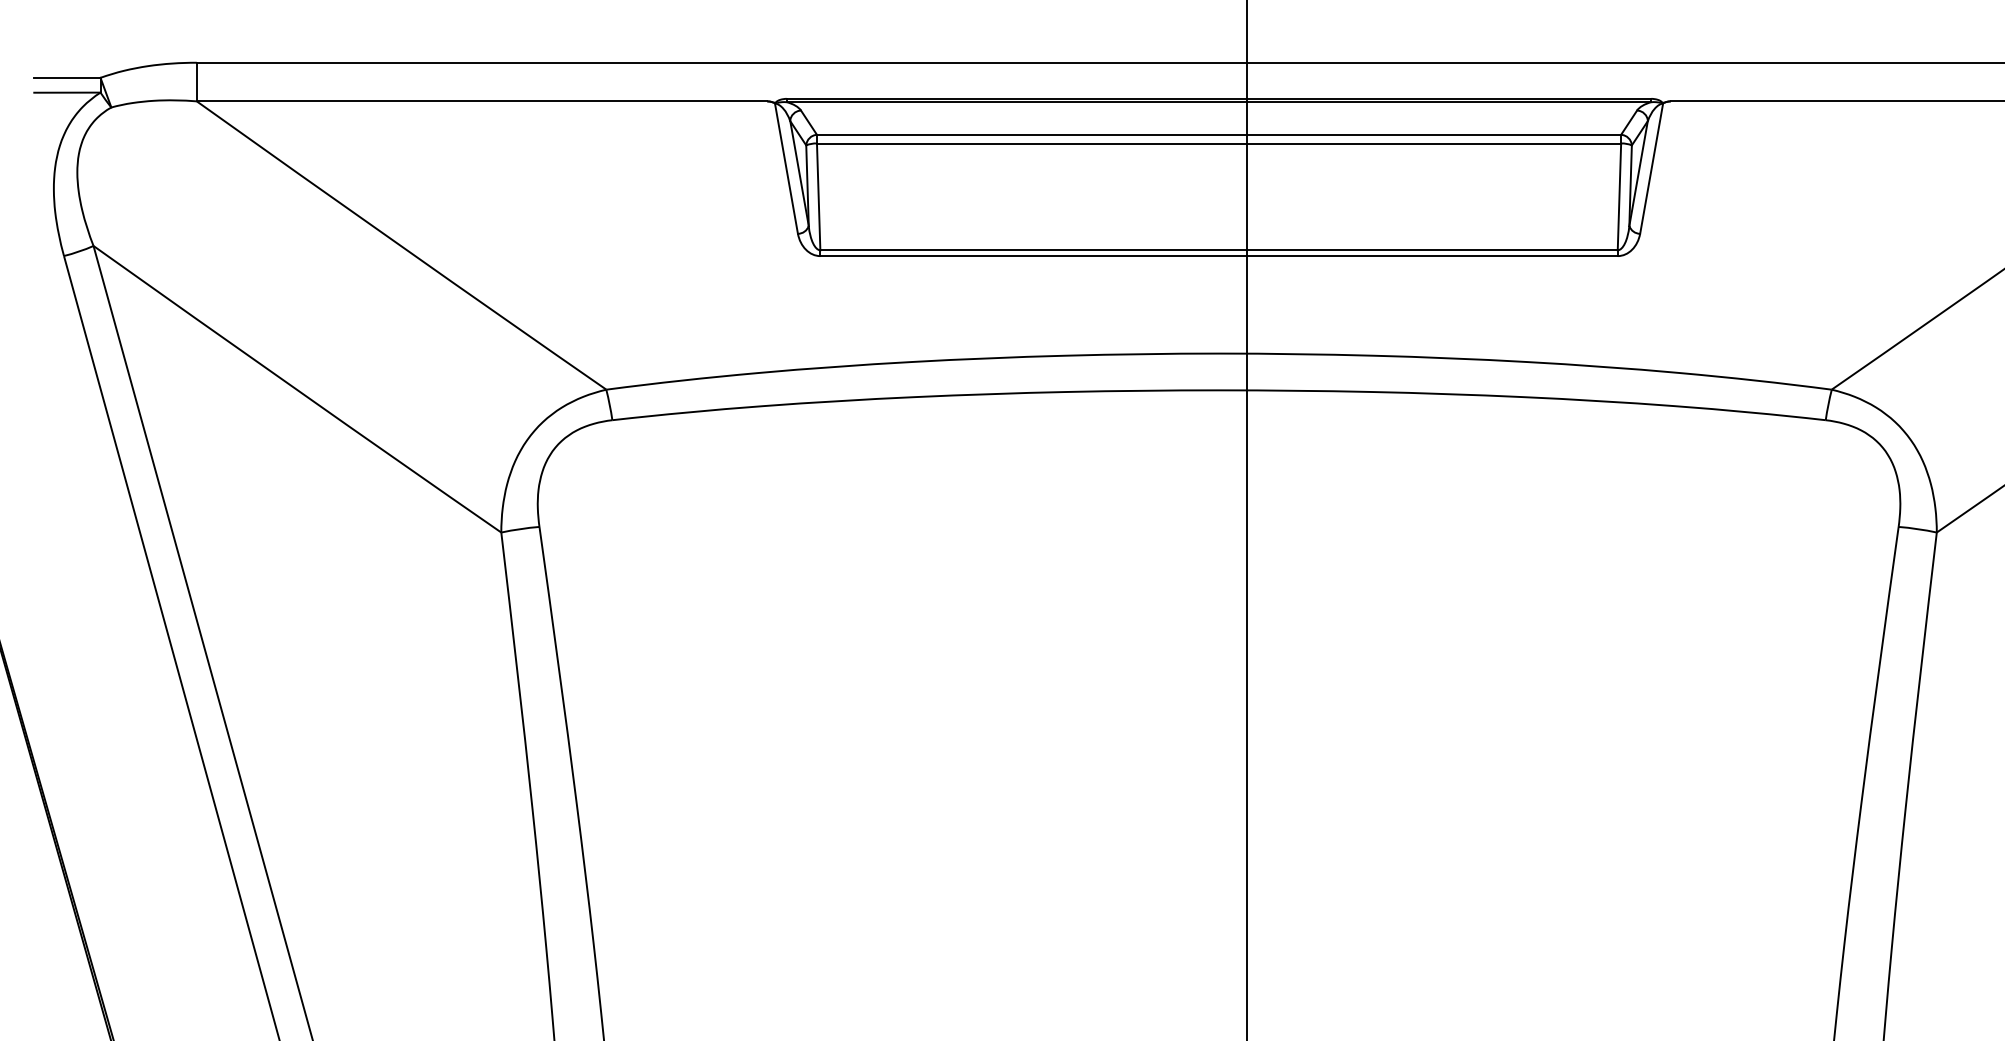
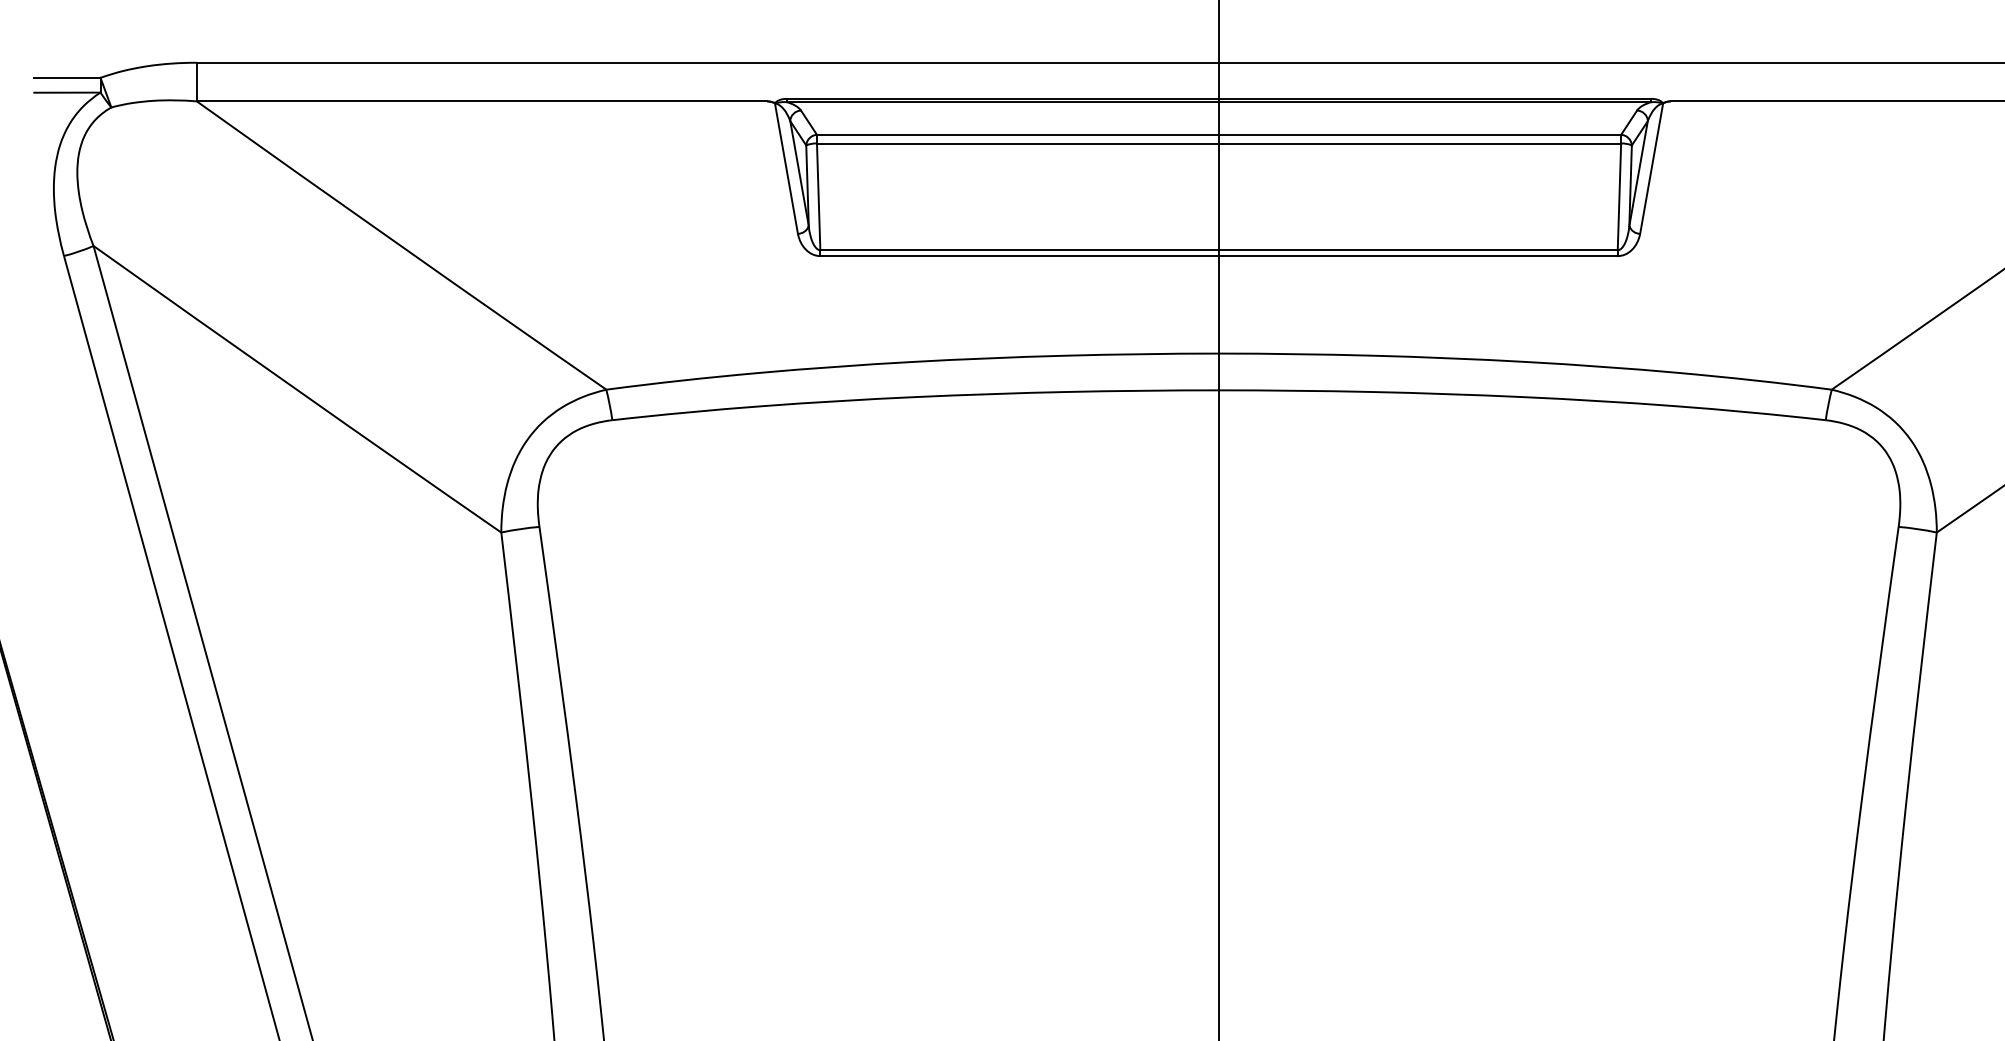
line at (1247, 519) position: (1247, 519) -> (1219, 519)
